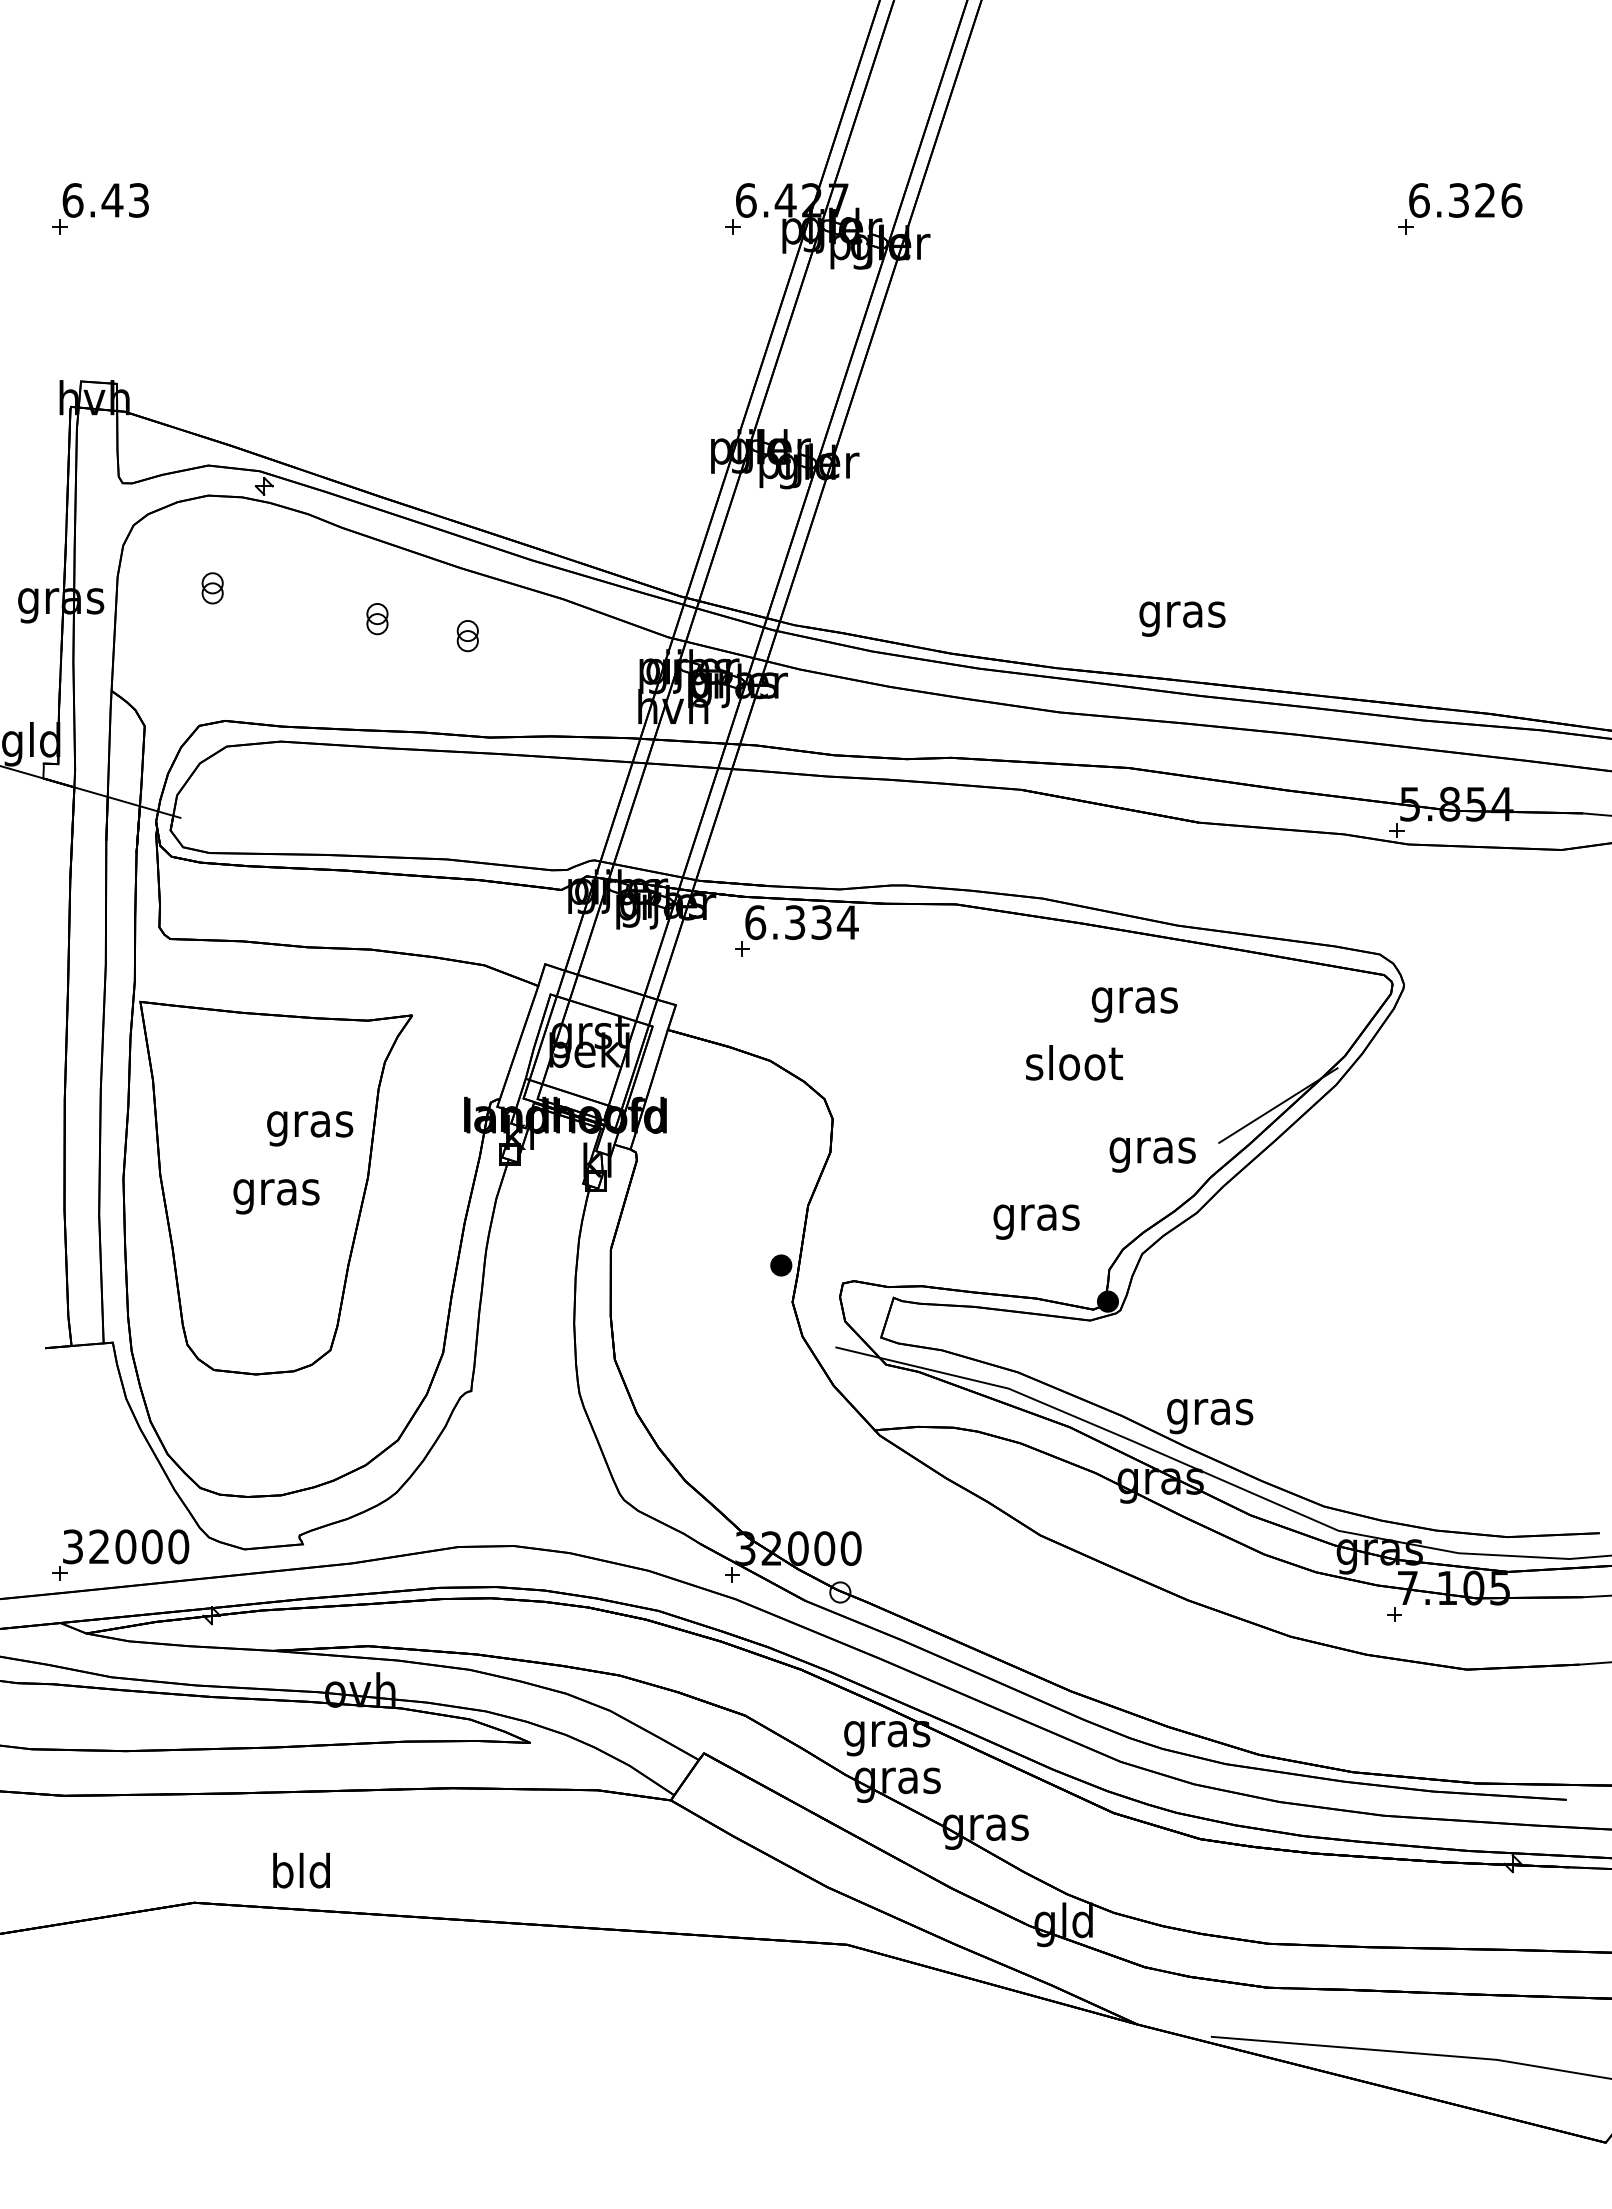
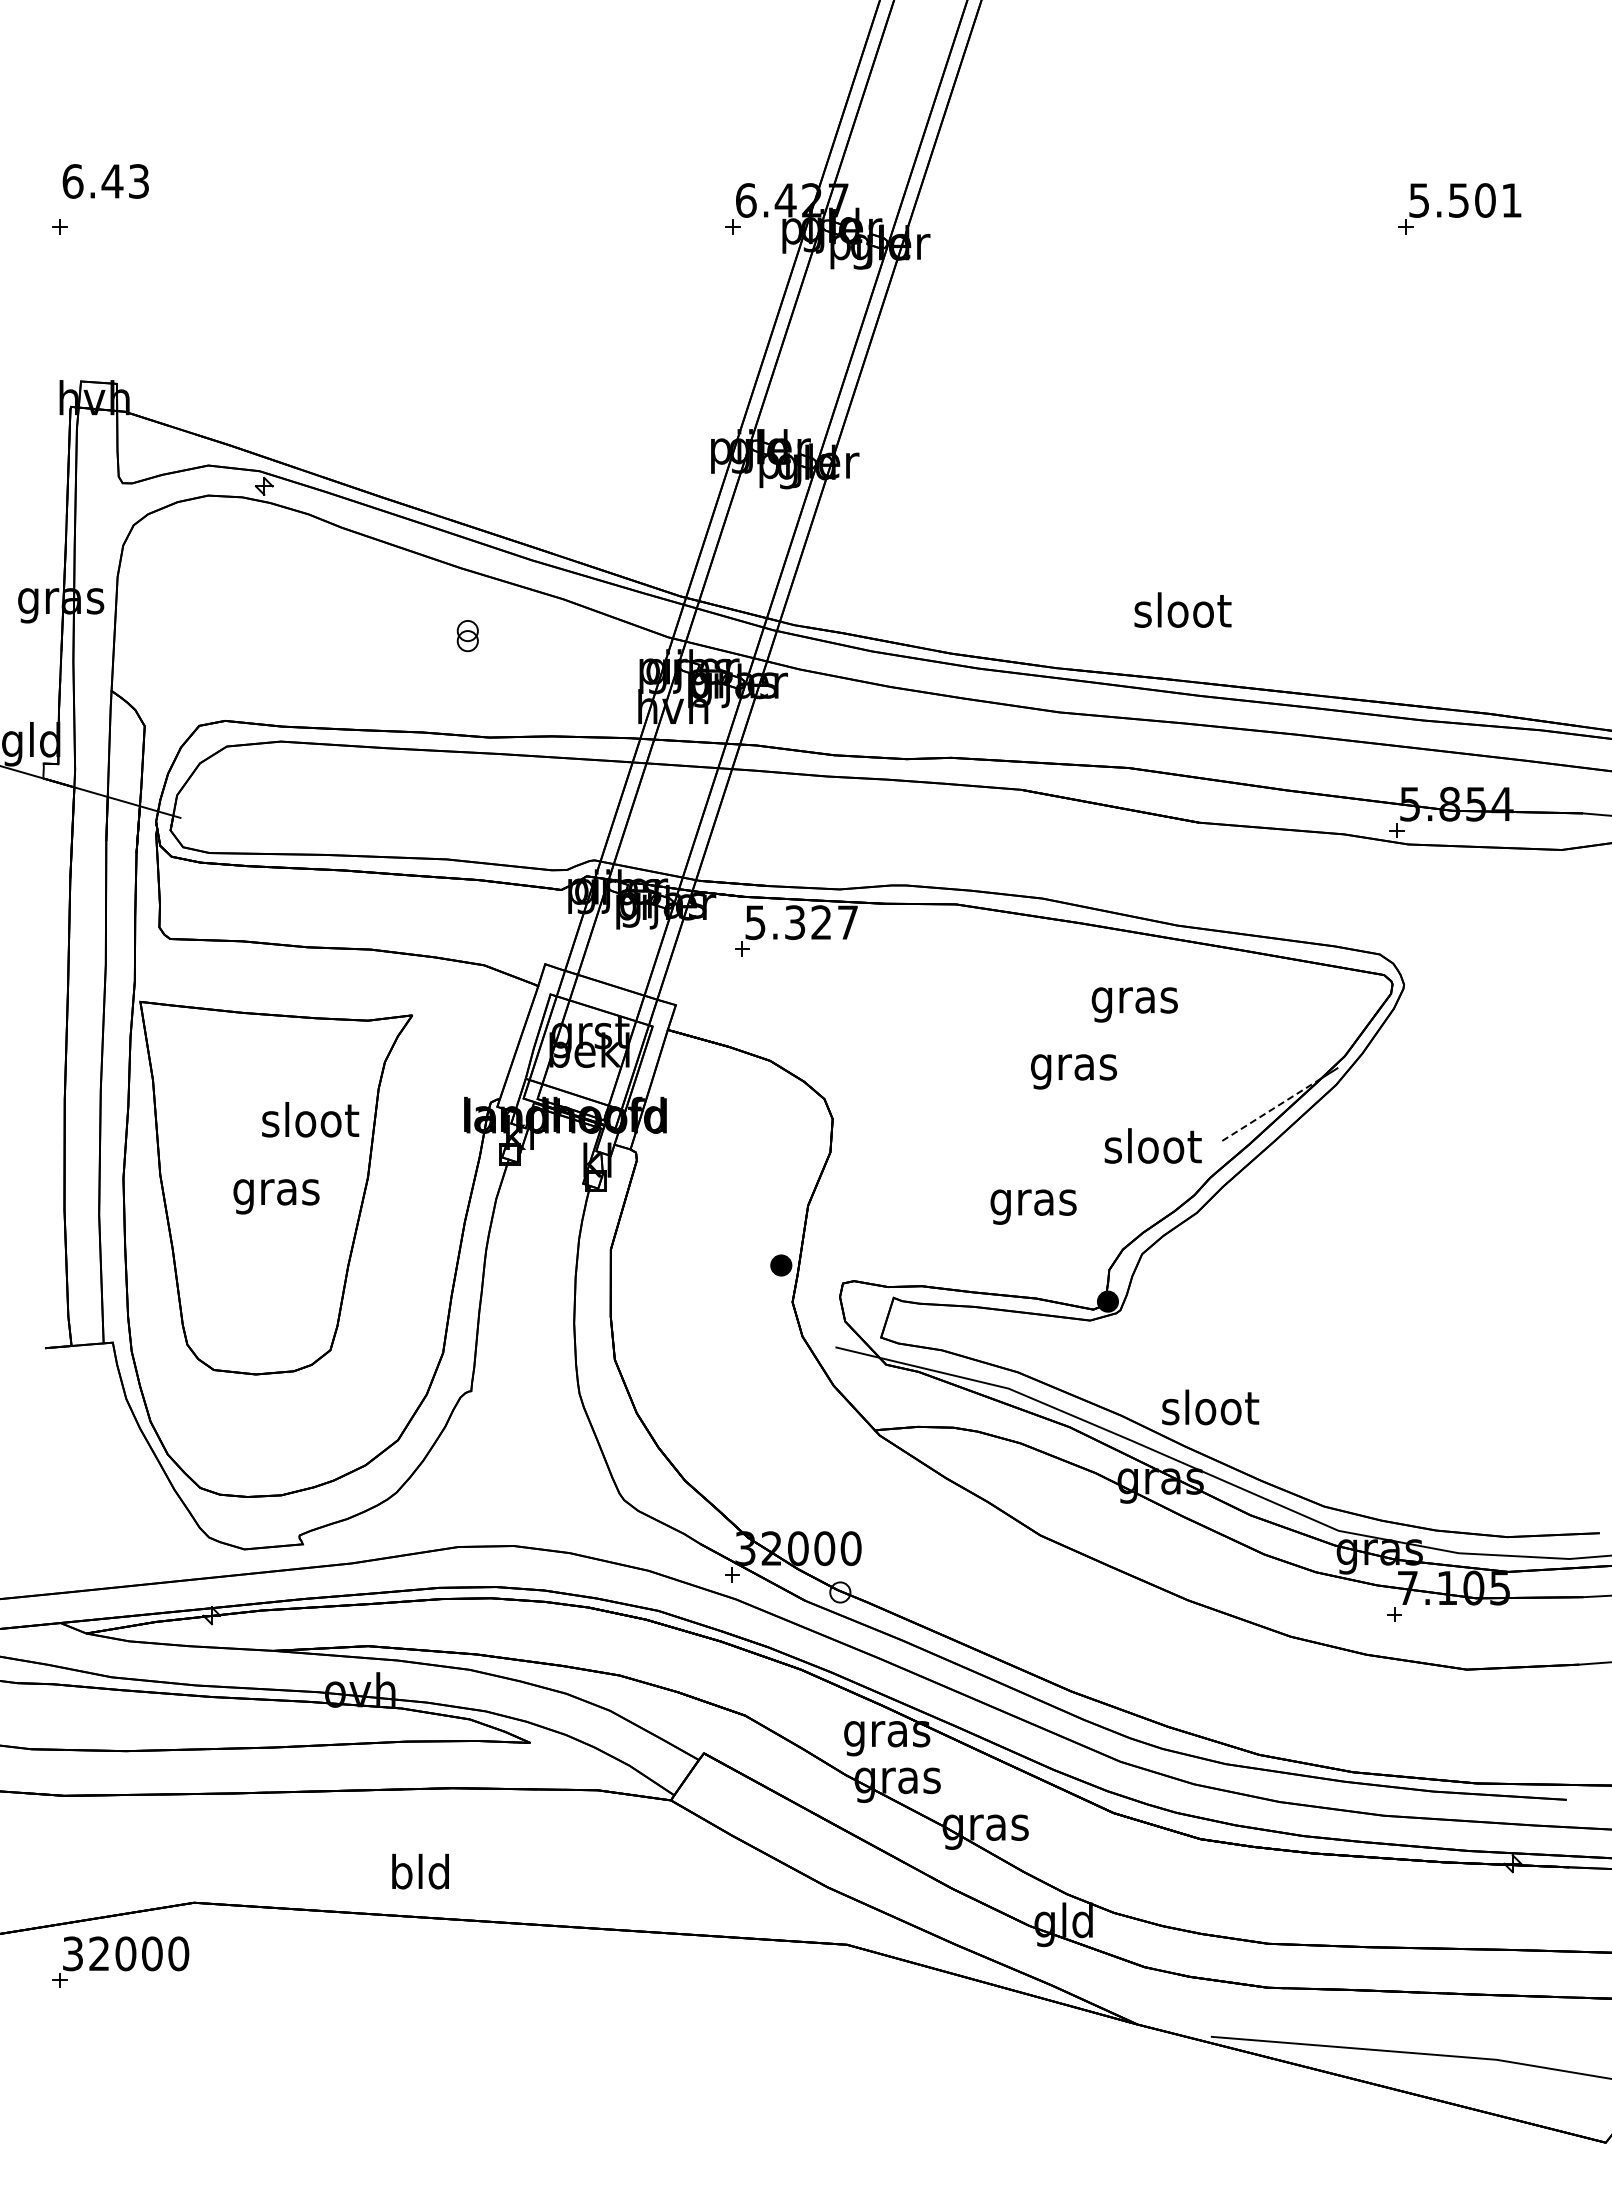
text at (105, 200) position: (105, 200) -> (105, 181)
text at (1465, 200): 6.326 -> 5.501
part at (212, 588): present -> none
text at (1182, 614): gras -> sloot
part at (377, 619): present -> none
text at (801, 922): 6.334 -> 5.327
text at (1074, 1067): sloot -> gras
line at (1269, 1110): solid -> dashed
text at (310, 1124): gras -> sloot
text at (1152, 1150): gras -> sloot
text at (1036, 1221) position: (1036, 1221) -> (1033, 1206)
text at (1210, 1411): gras -> sloot
part at (120, 1554) position: (120, 1554) -> (120, 1961)
text at (301, 1870) position: (301, 1870) -> (420, 1871)
